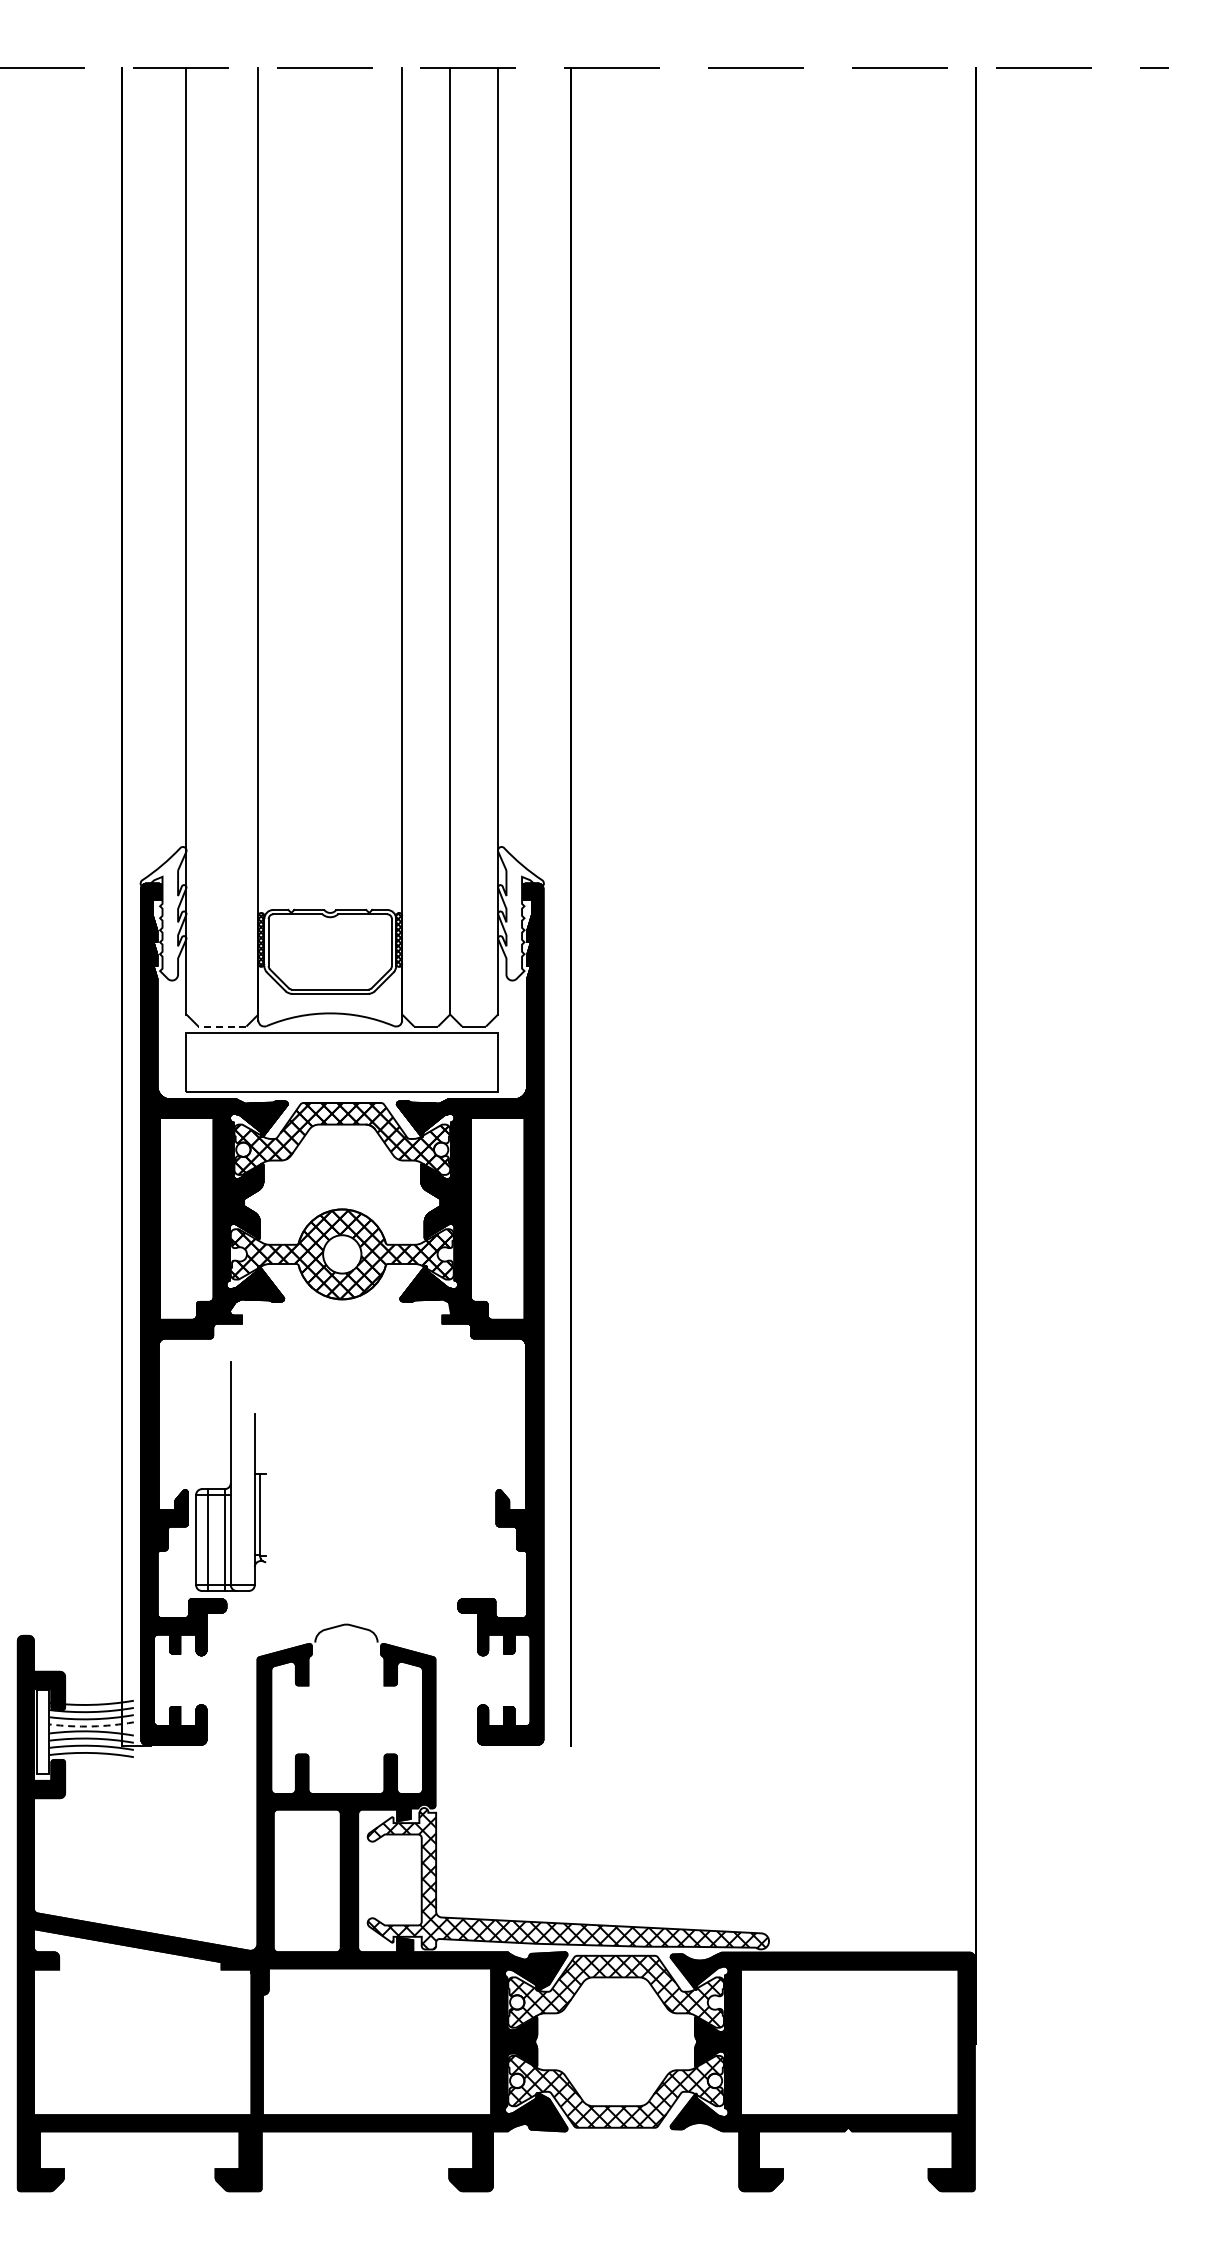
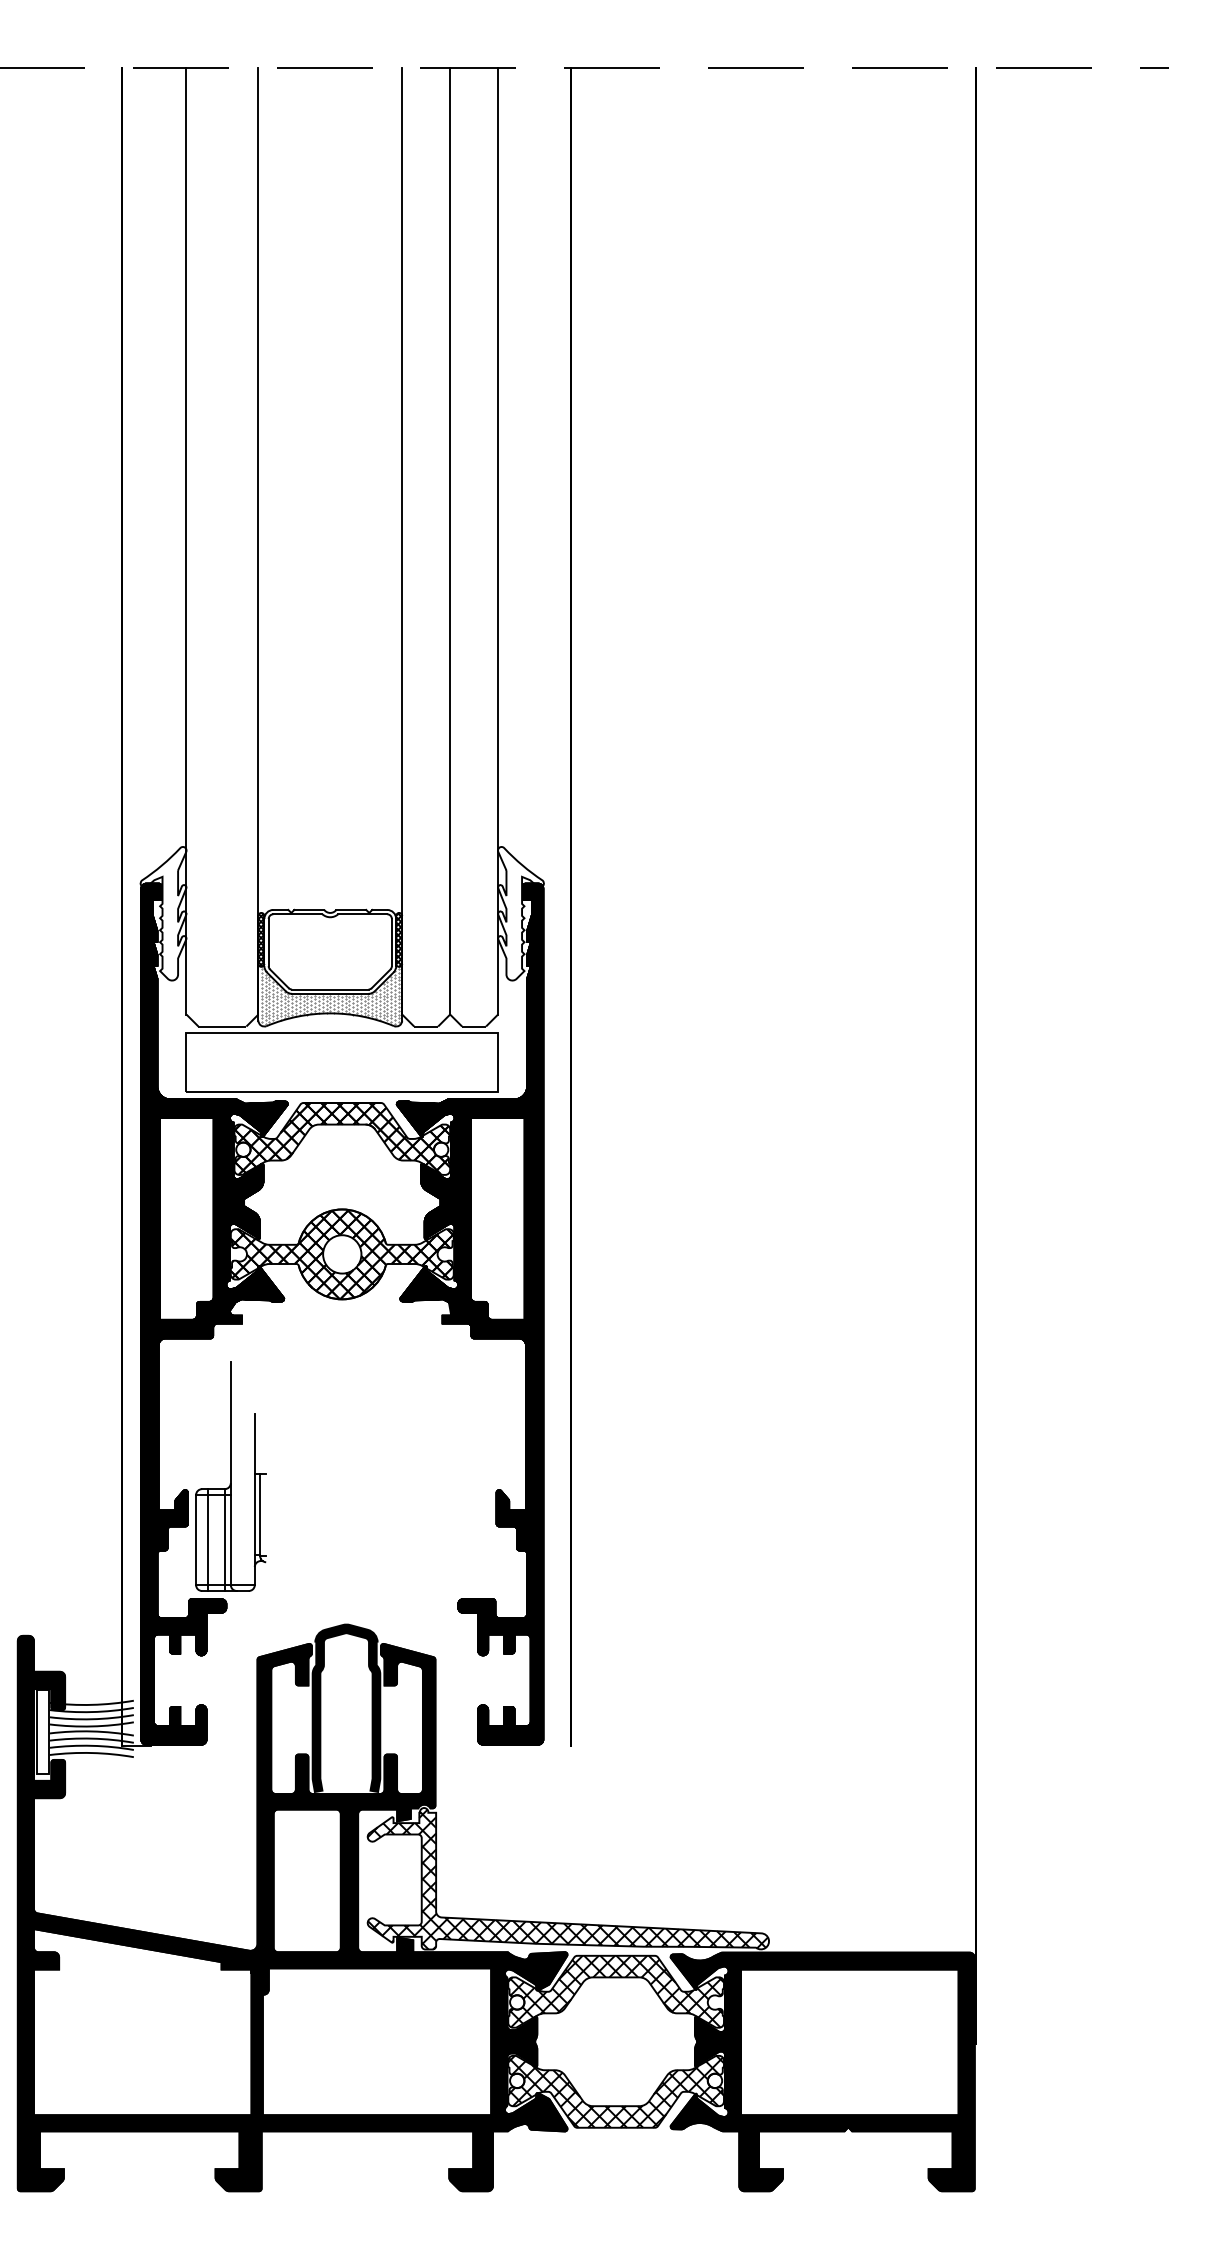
hatch at (329, 996): none -> present
line at (222, 1026): dashed -> solid
fill at (346, 1708): none -> present
line at (92, 1726): dashed -> solid
